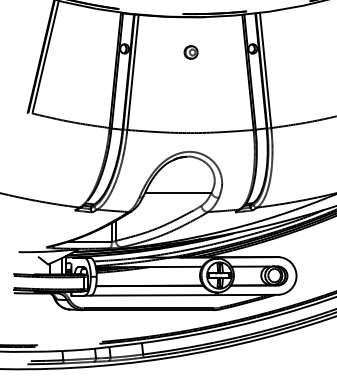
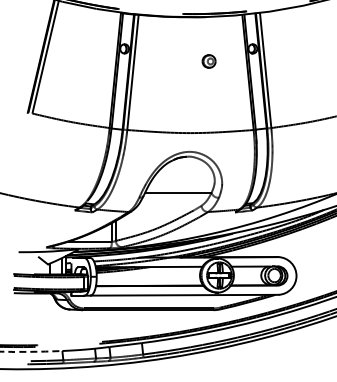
part at (190, 52) position: (190, 52) -> (208, 61)
arc at (30, 351): solid -> dashed
